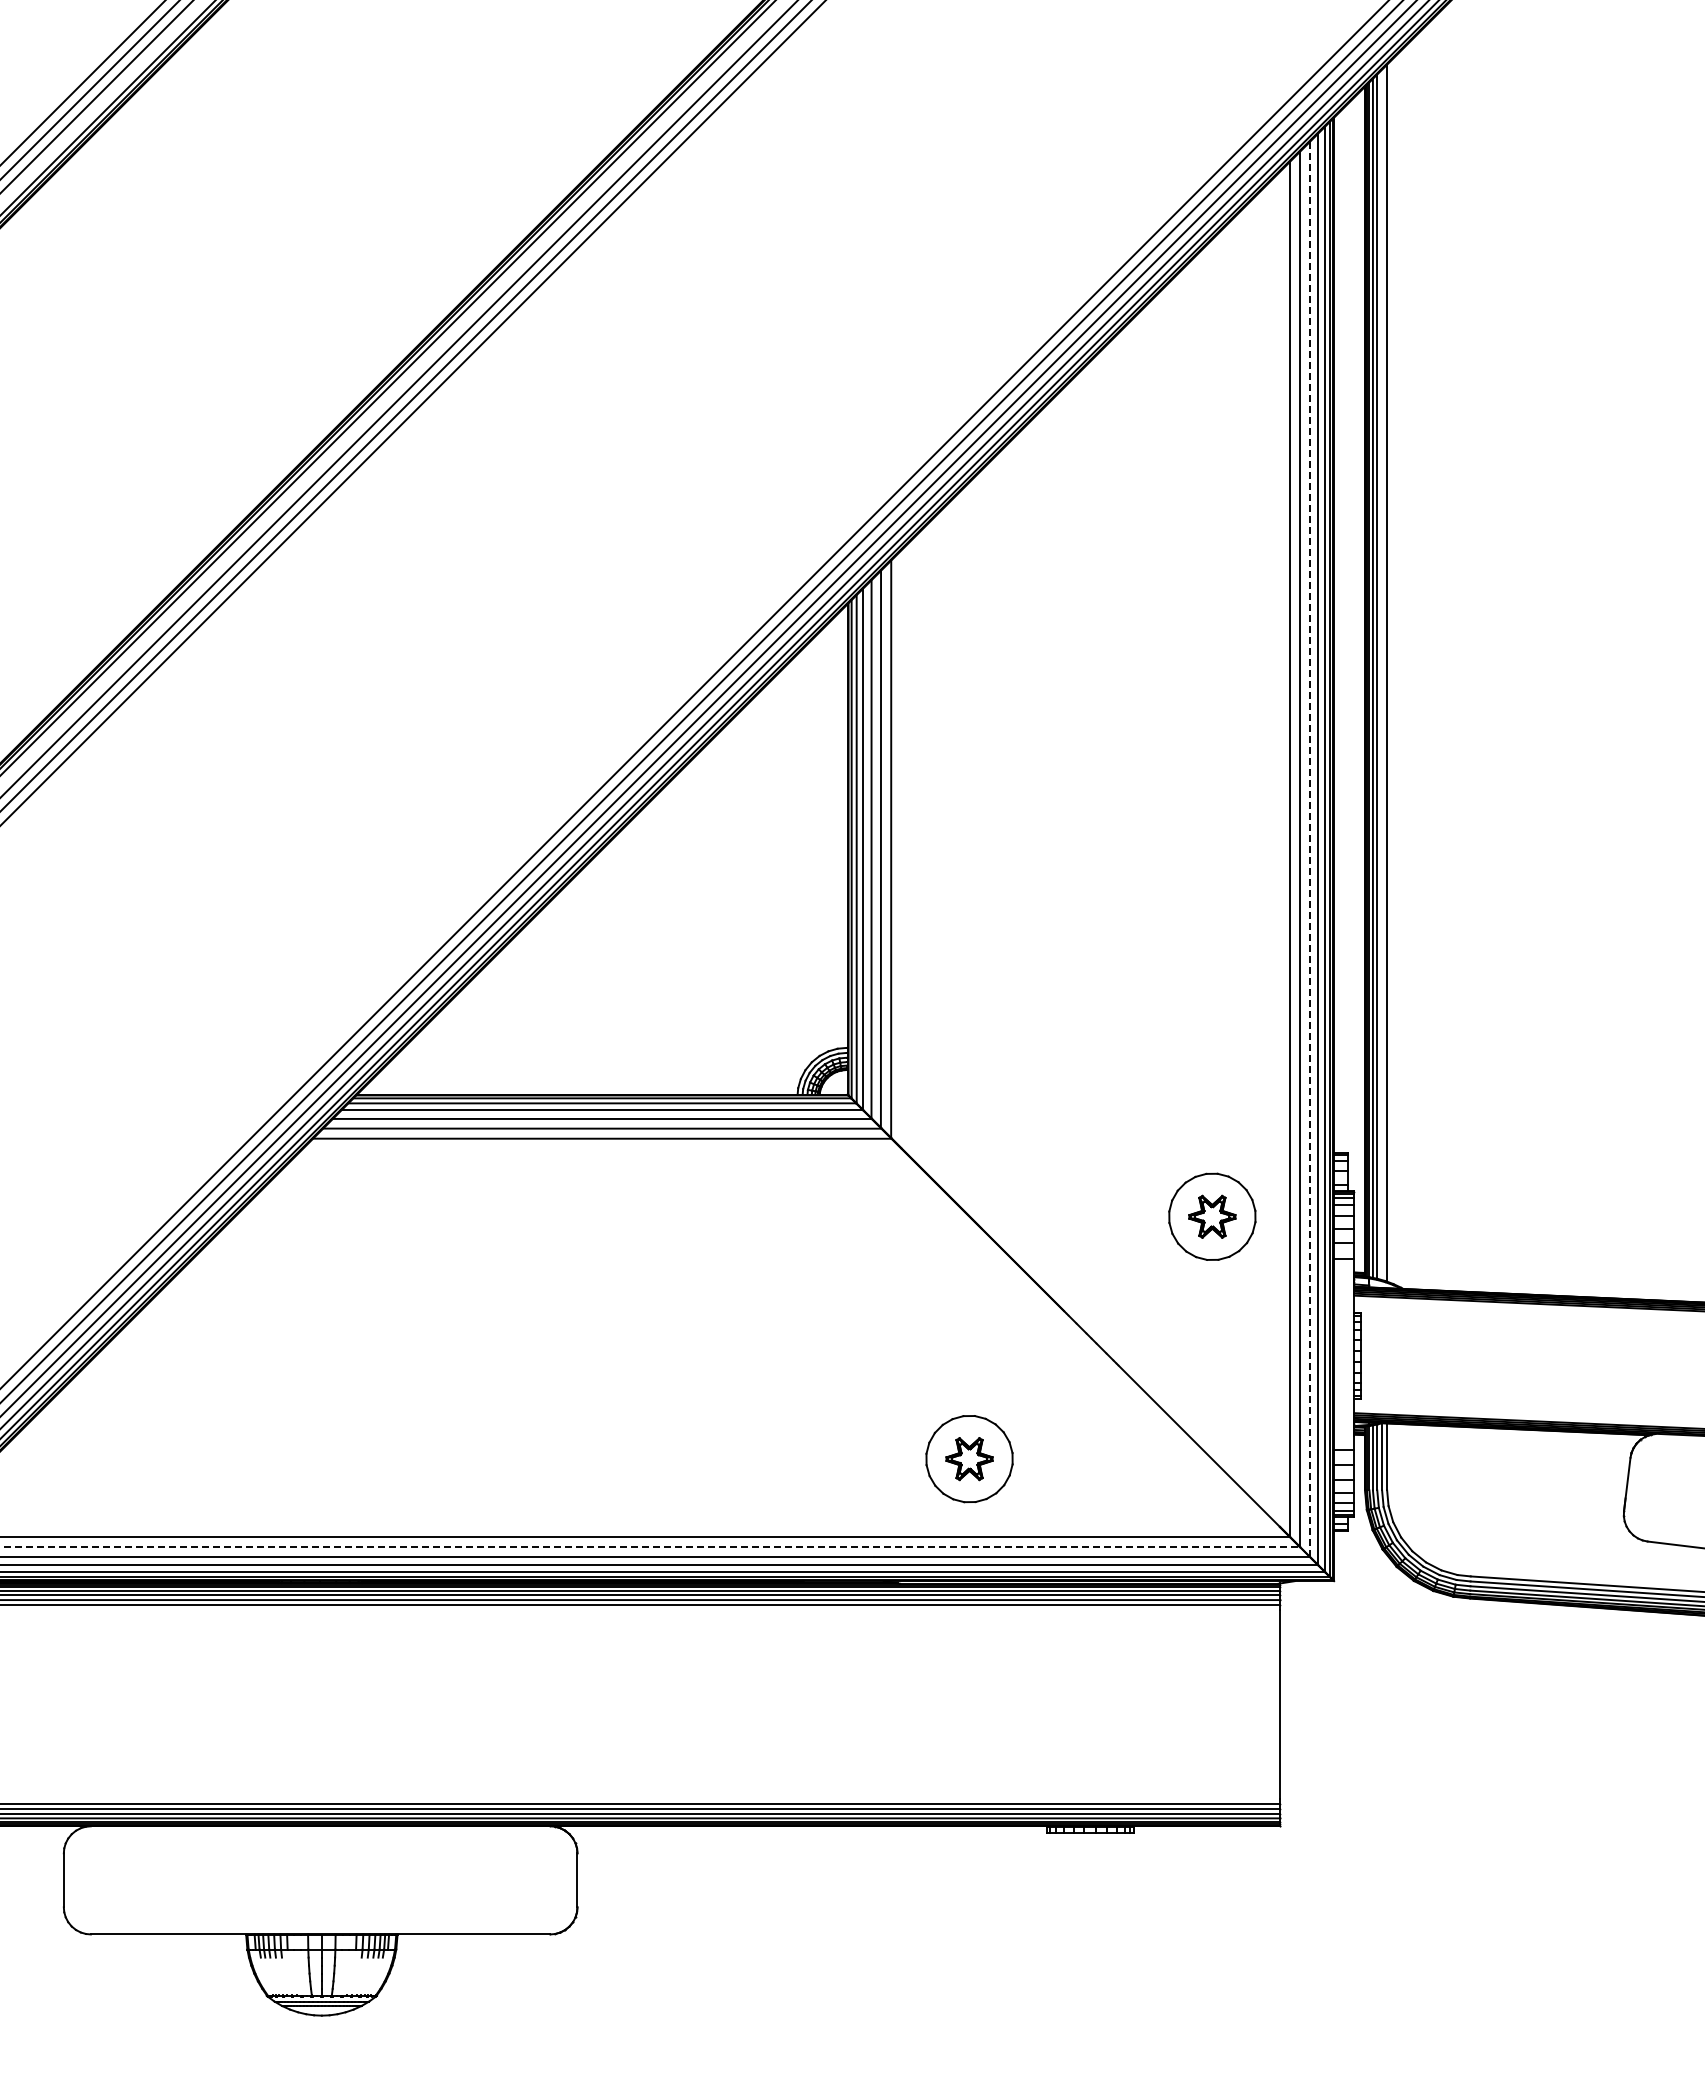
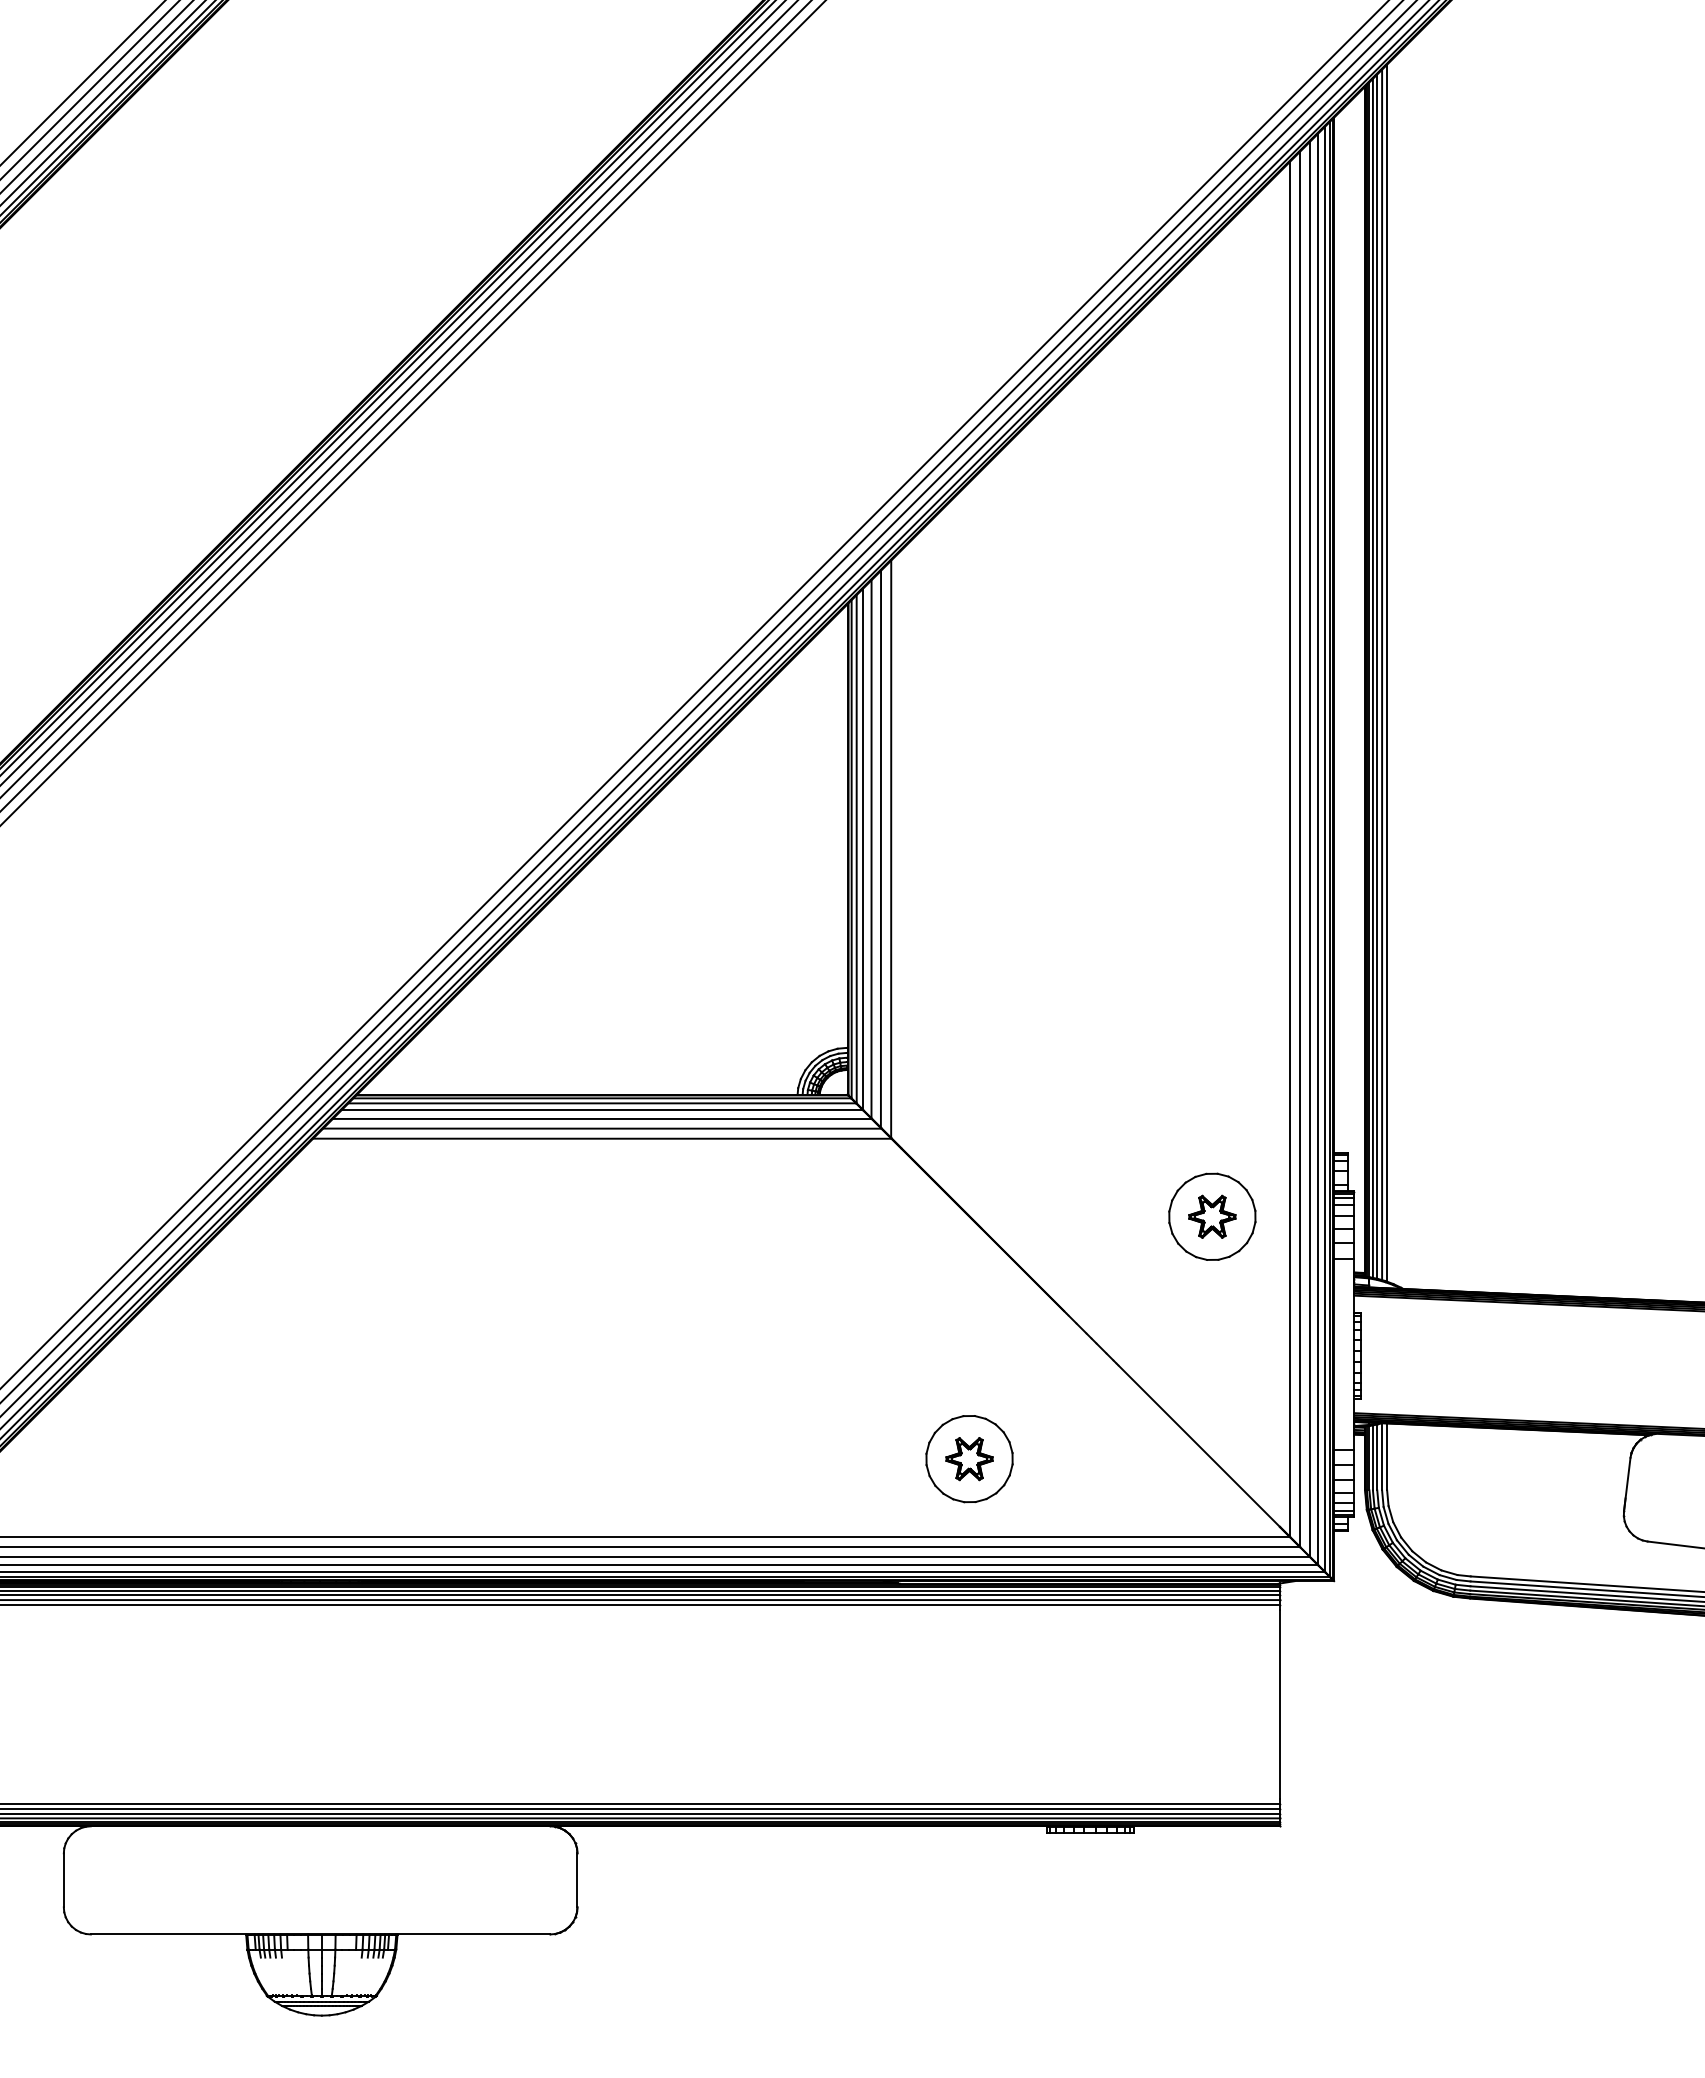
line at (102, 102): none -> present
line at (392, 392): none -> present
line at (1382, 674): none -> present
line at (1309, 848): dashed -> solid
line at (650, 1546): dashed -> solid
